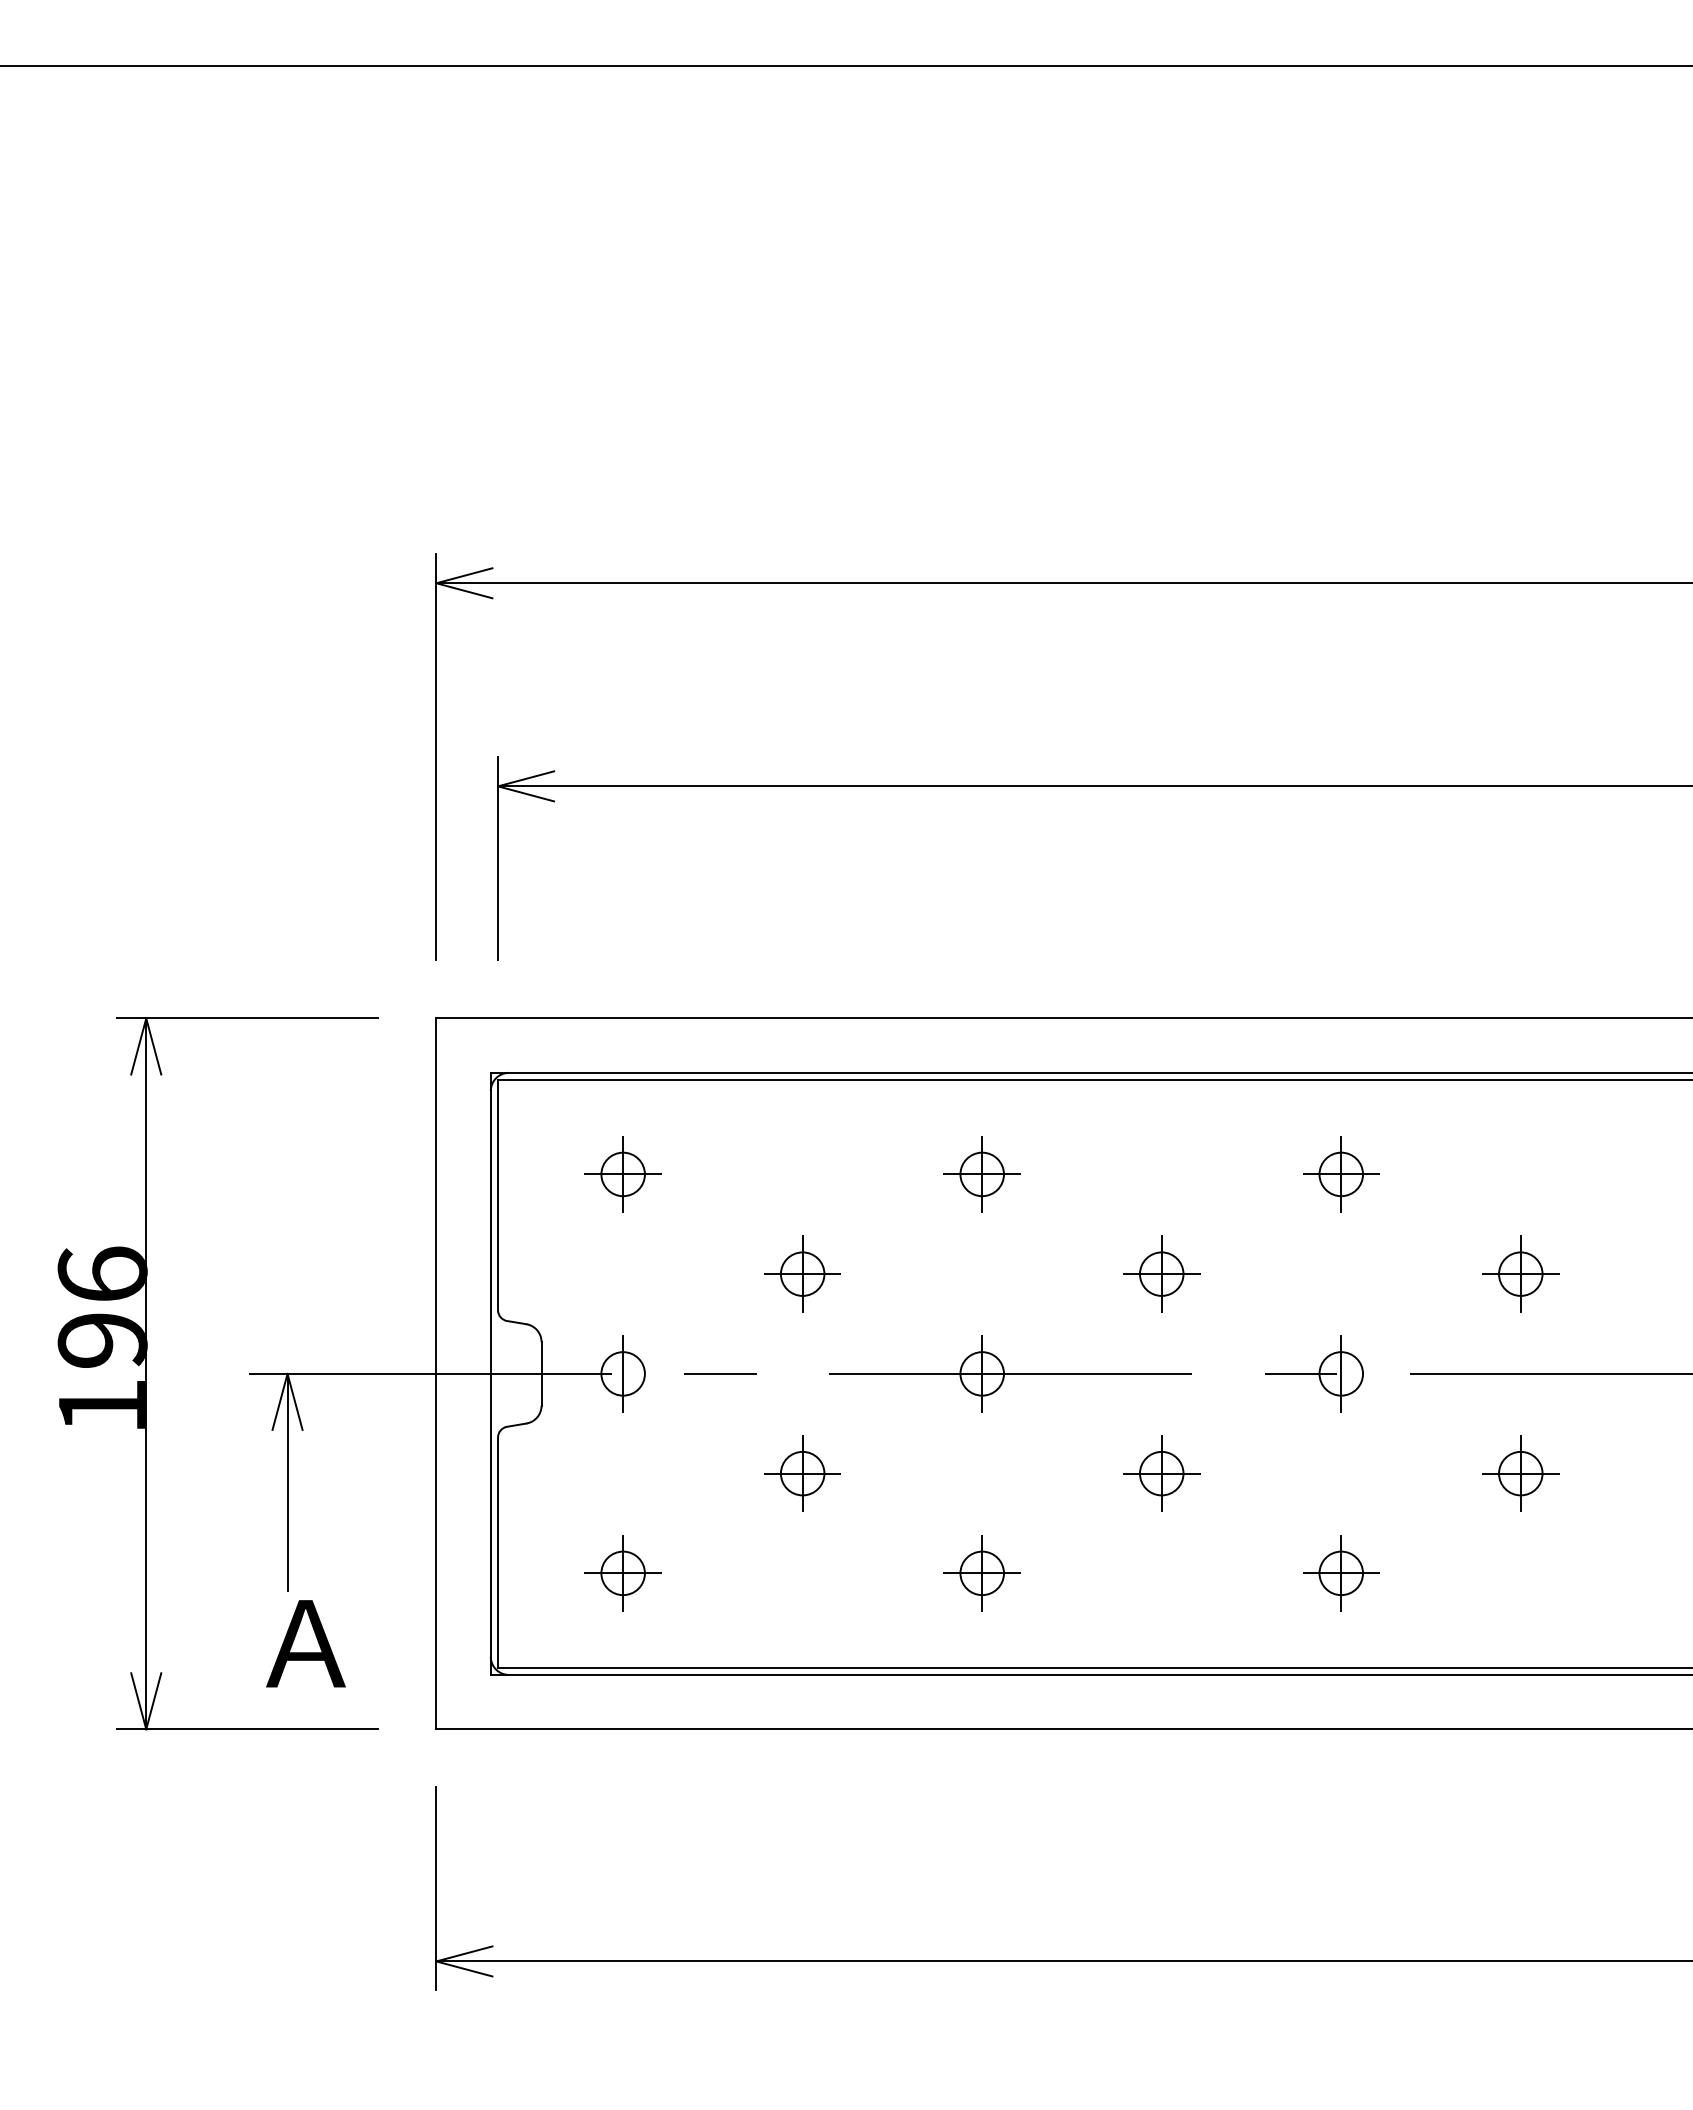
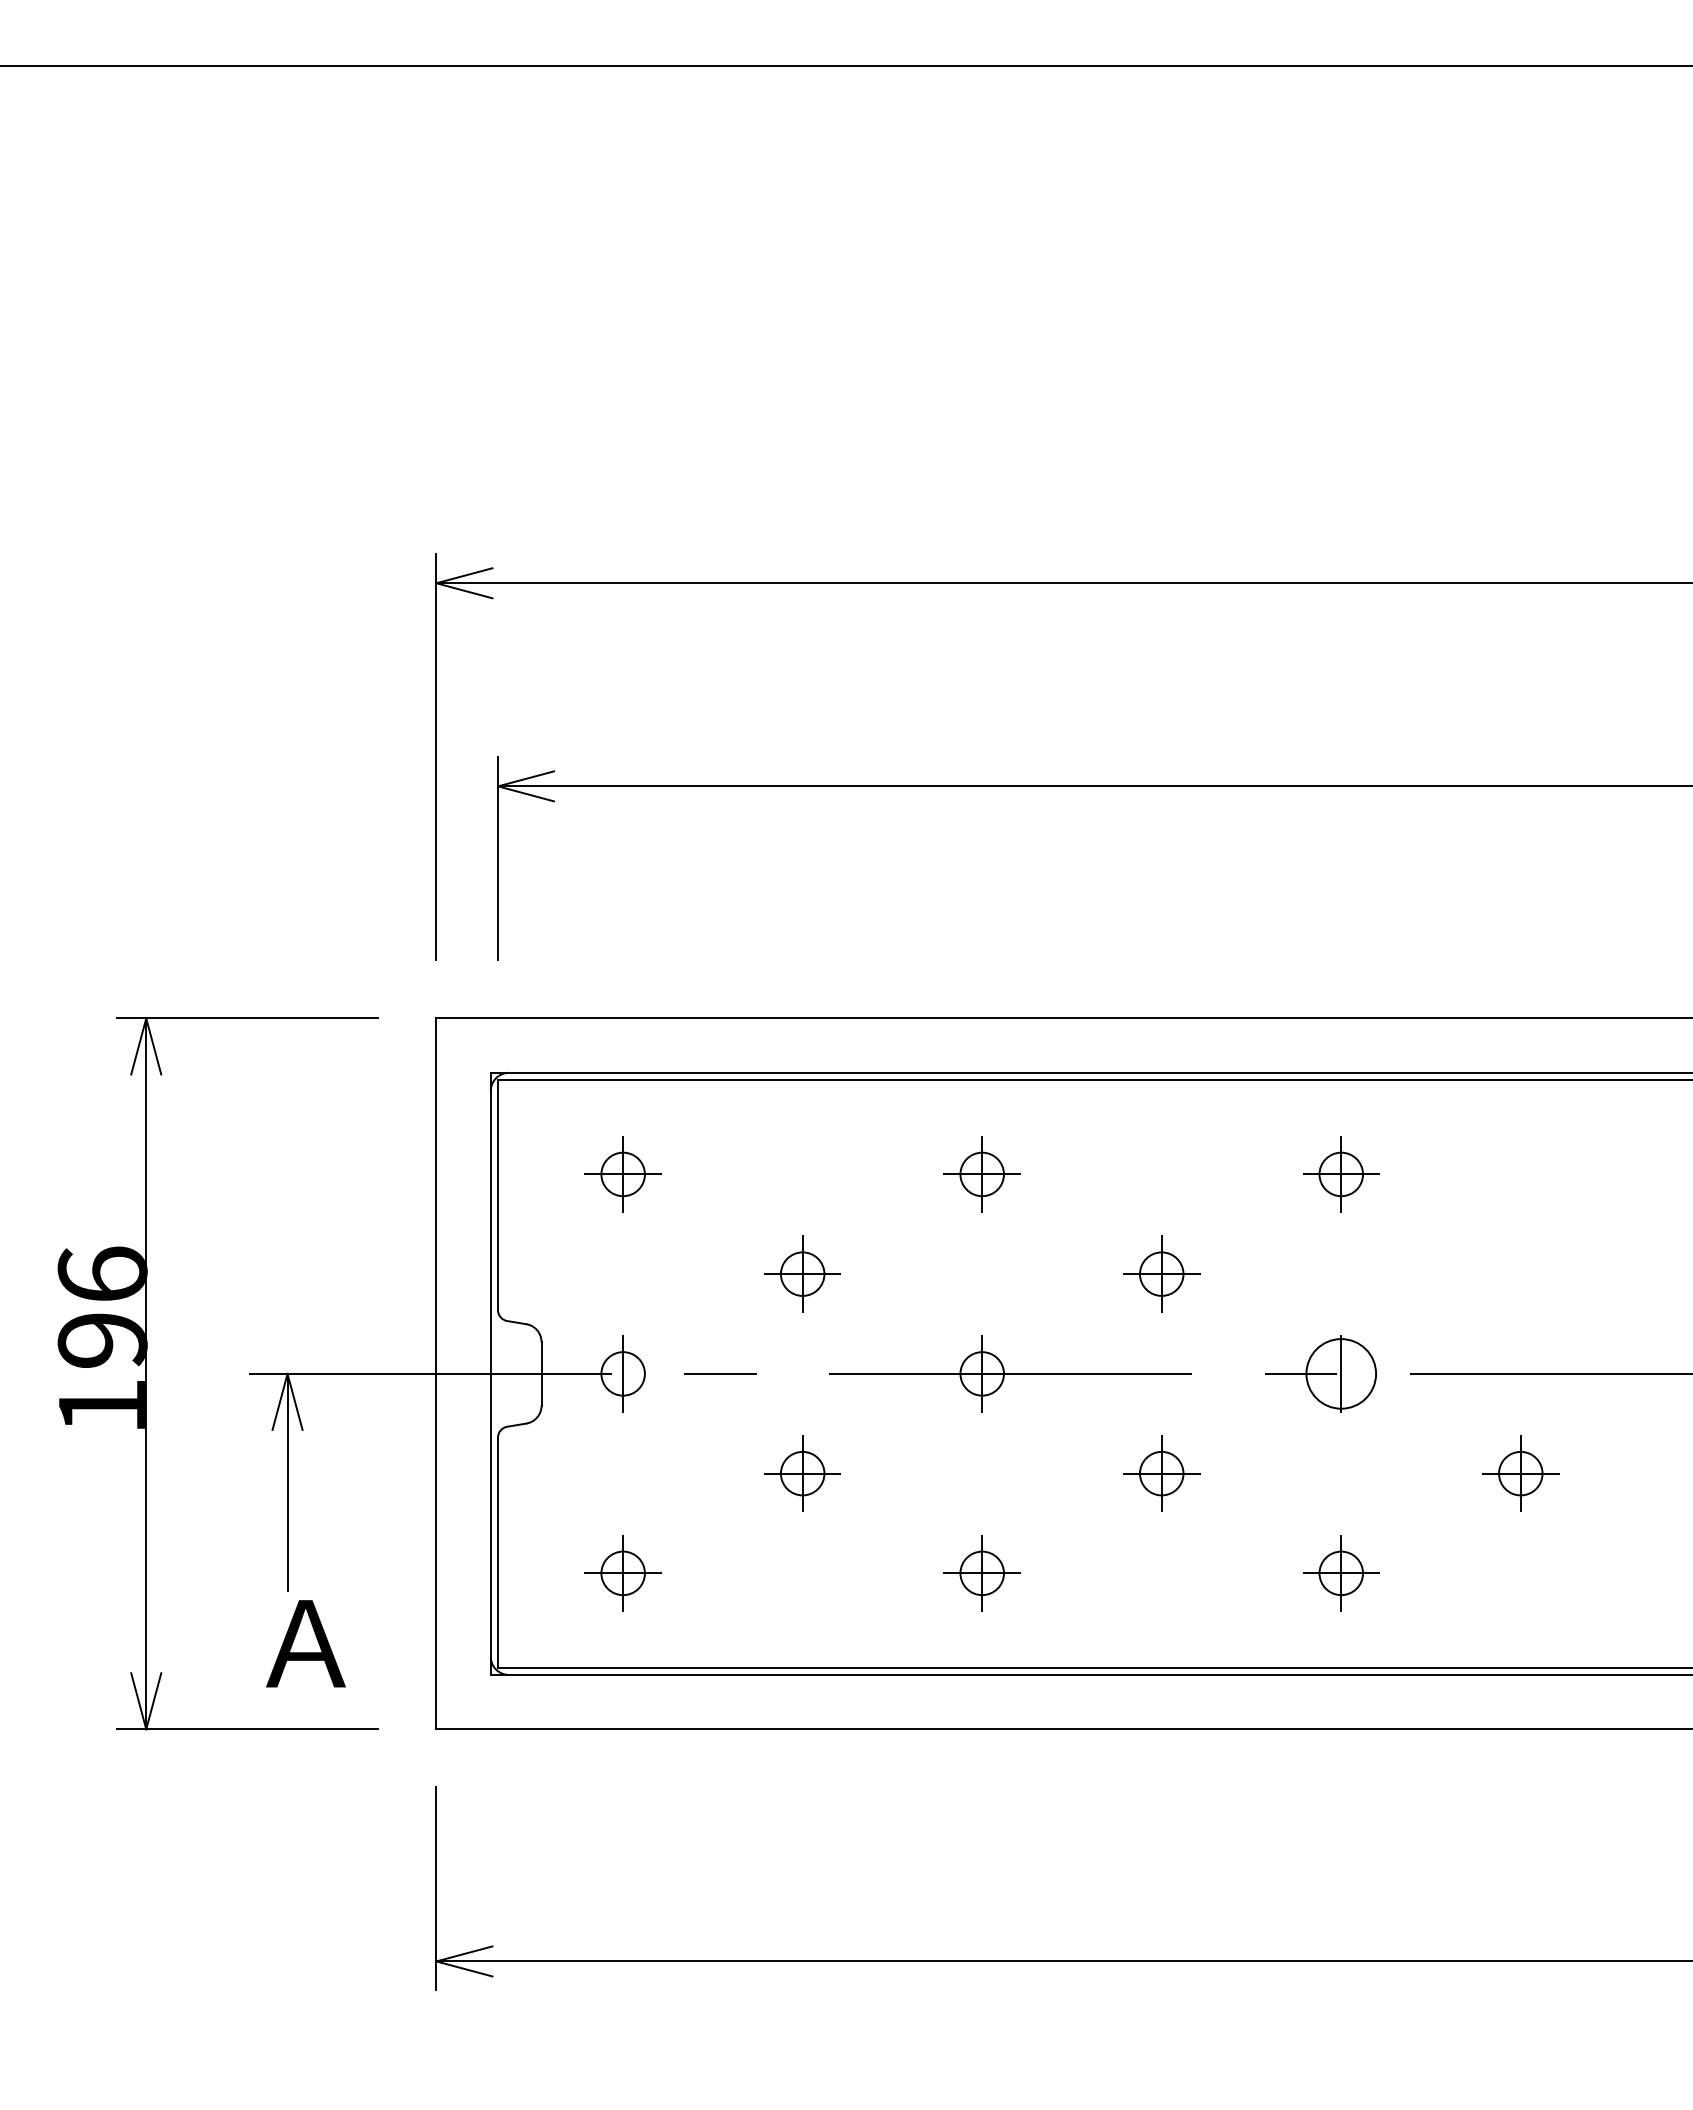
part at (1520, 1273): present -> none
circle at (1341, 1373) diameter: 44 px -> 70 px
